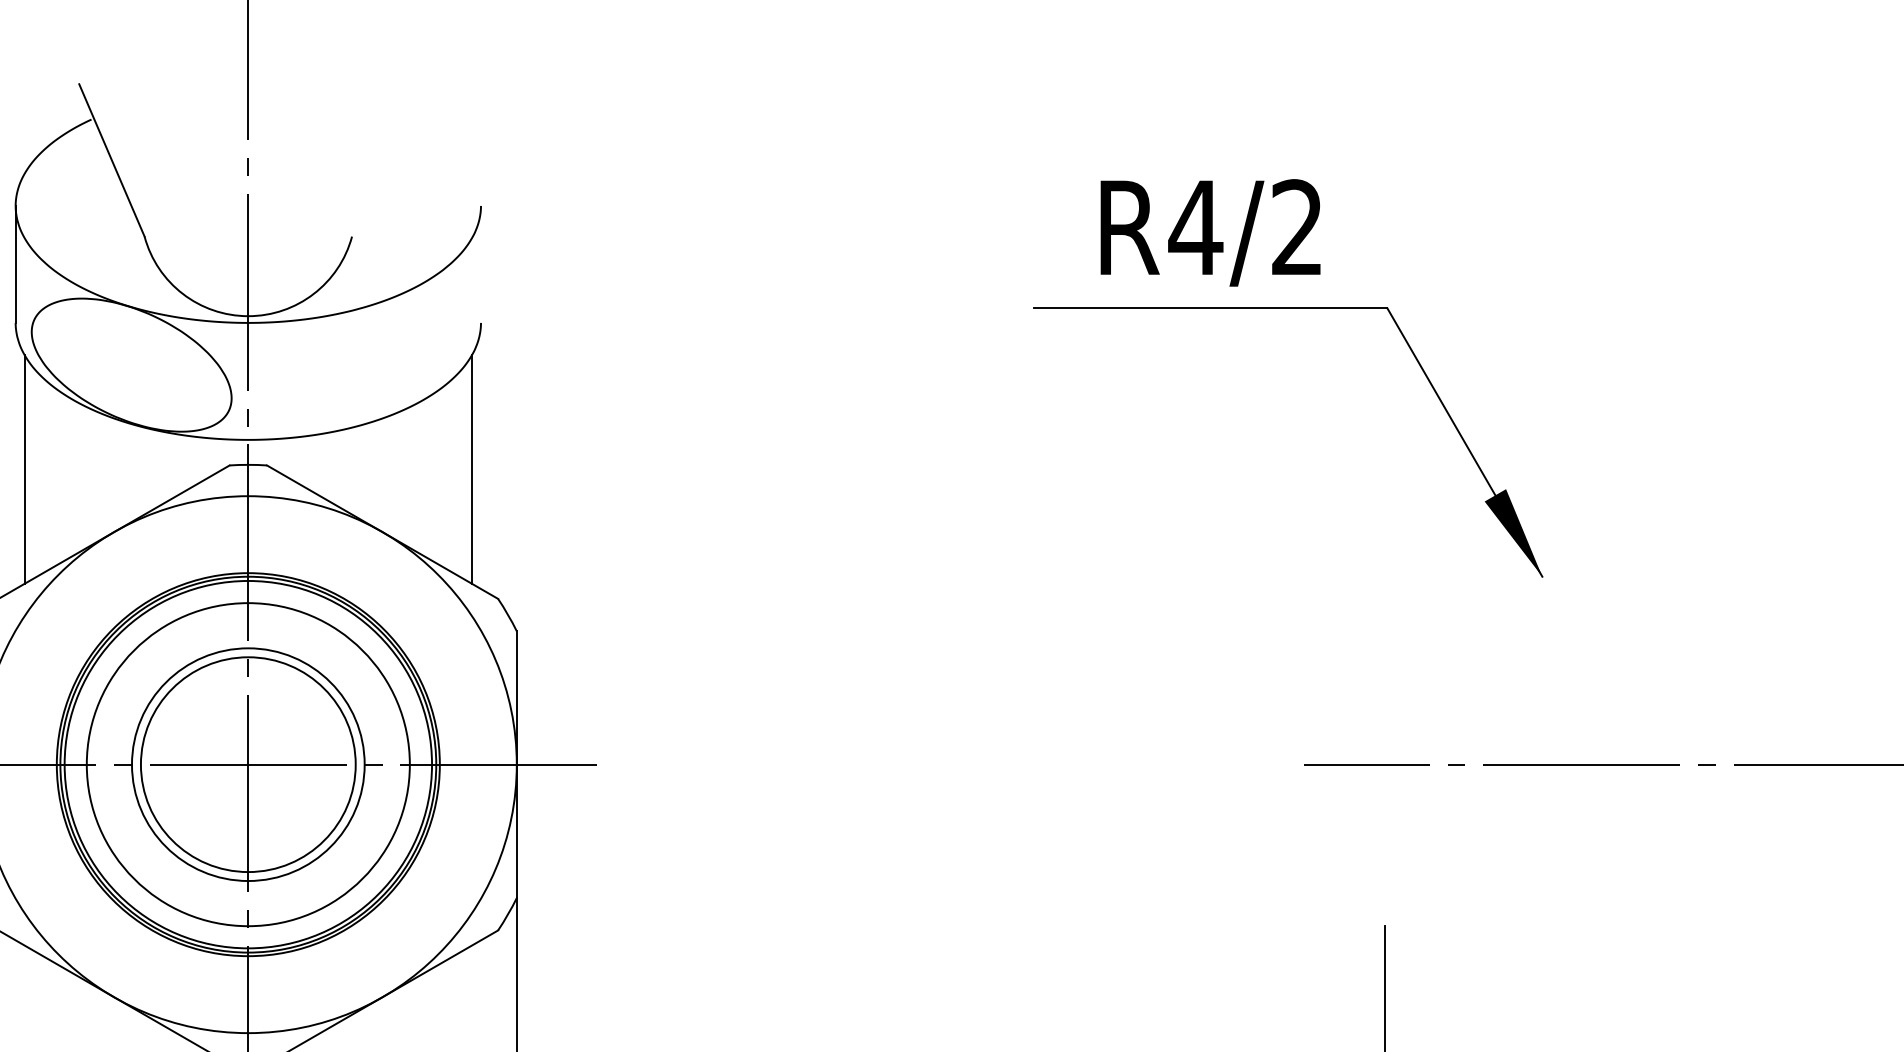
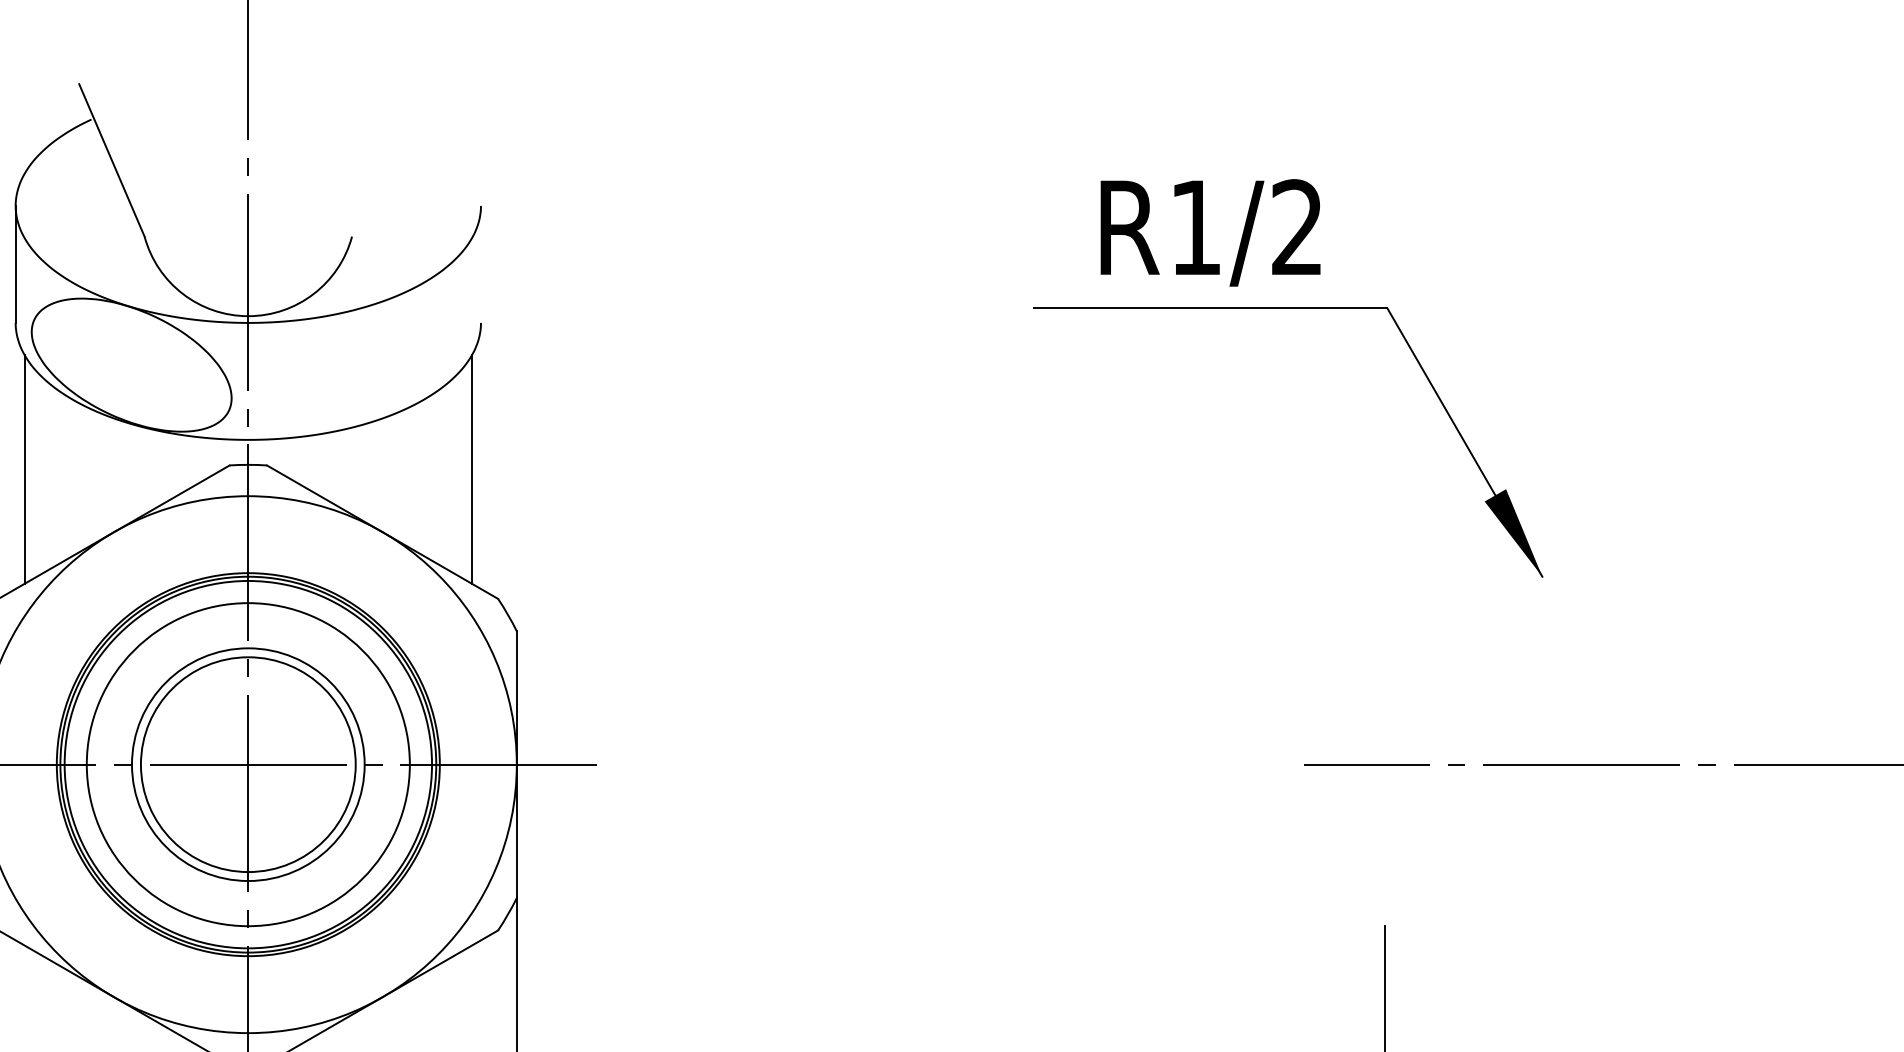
text at (1195, 227): R4/2 -> R1/2
